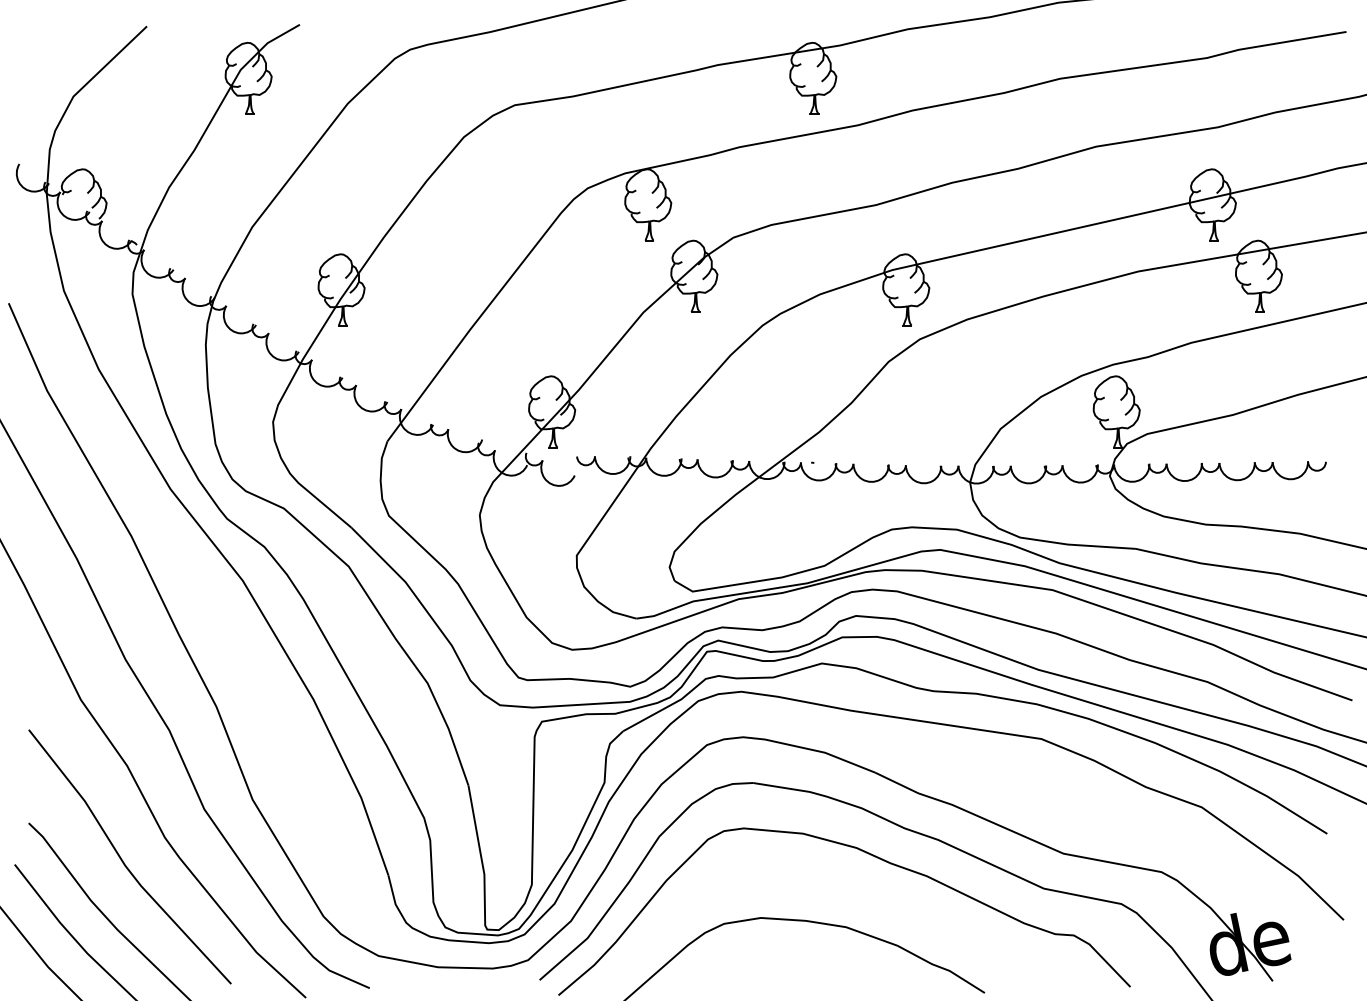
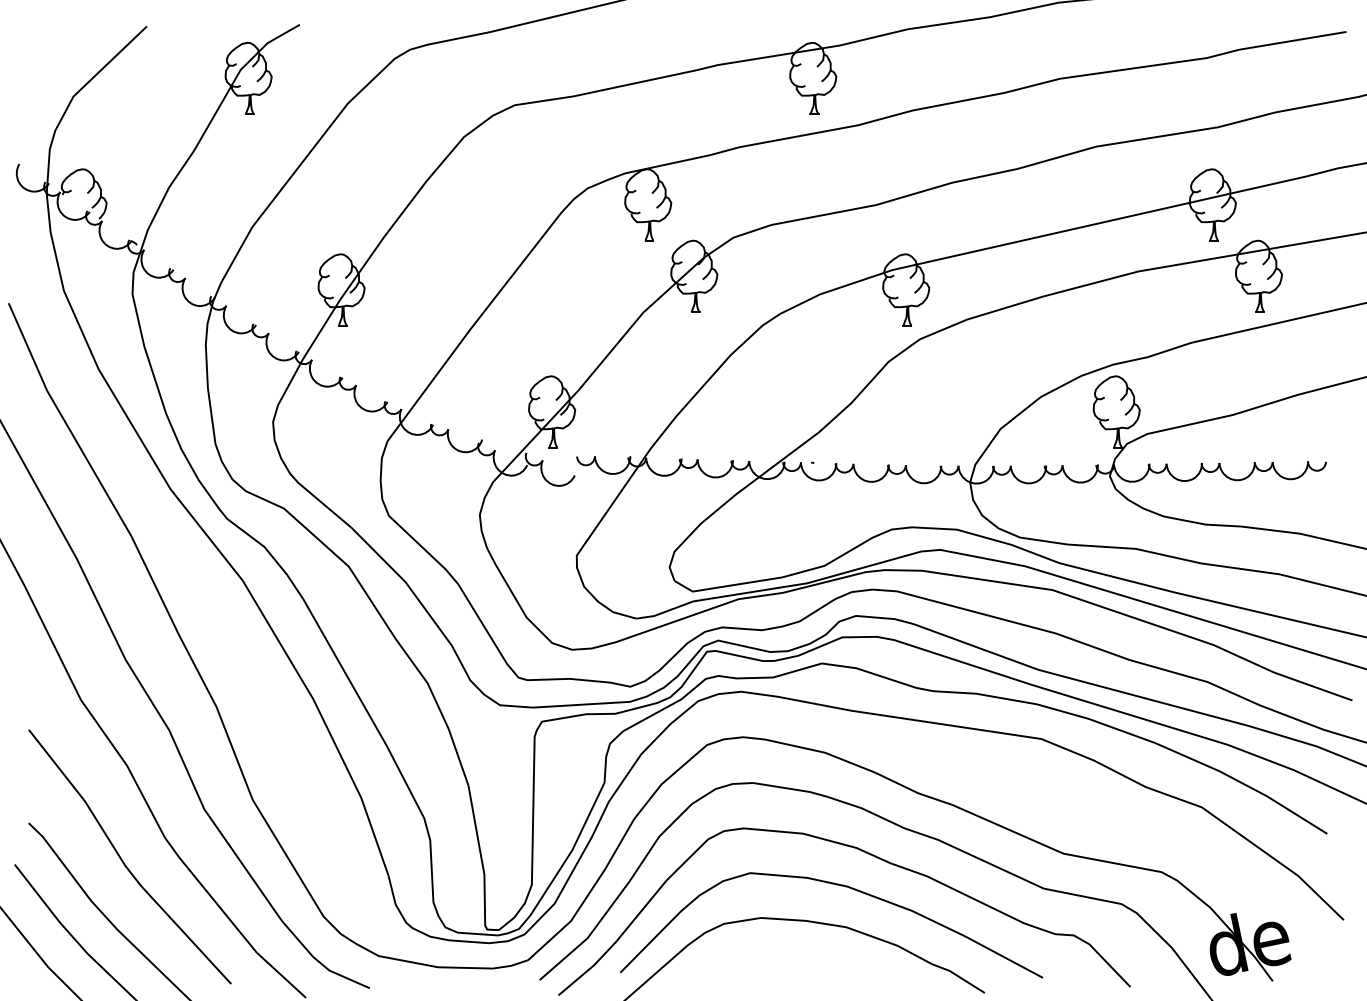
curve at (841, 886): none -> present
